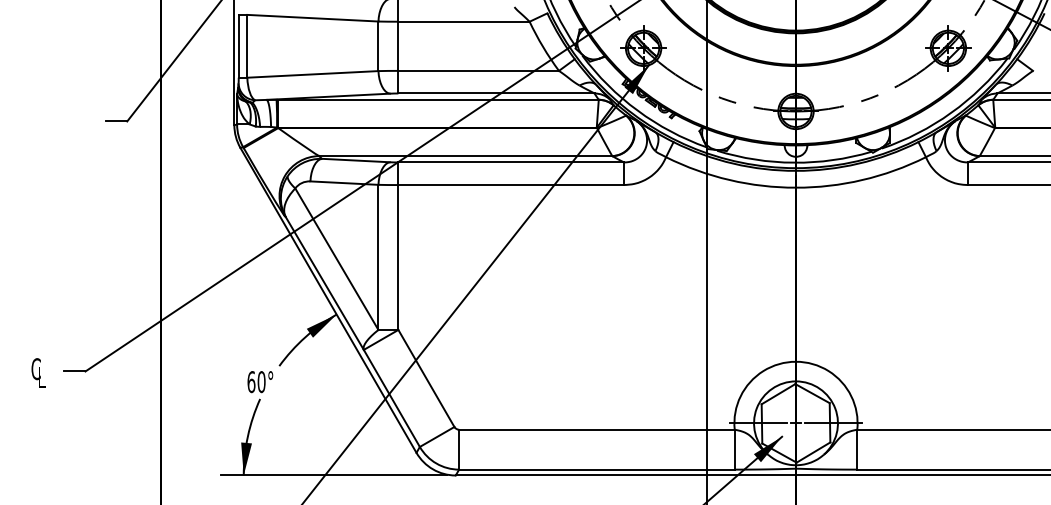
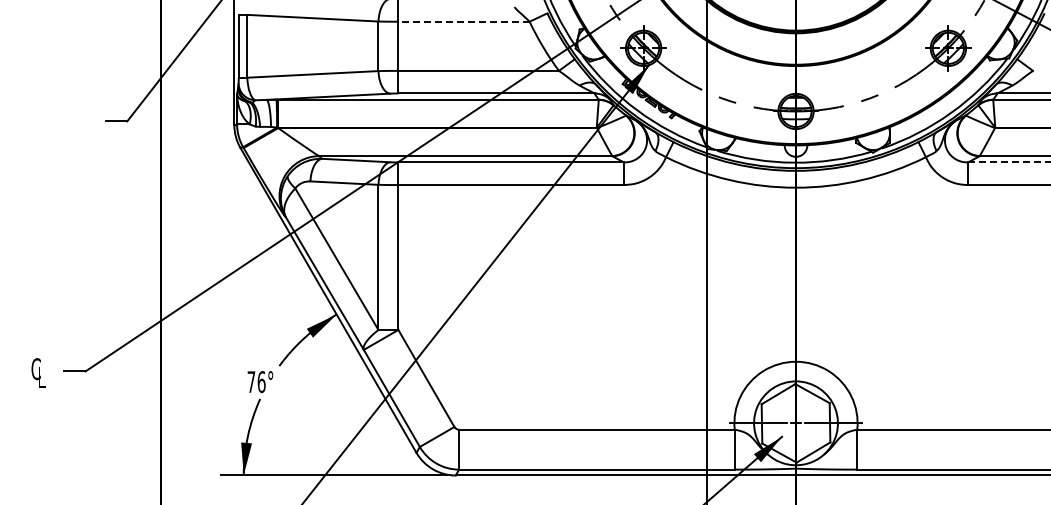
line at (464, 21): solid -> dashed
line at (1009, 162): solid -> dashed
text at (256, 382): 60° -> 76°
